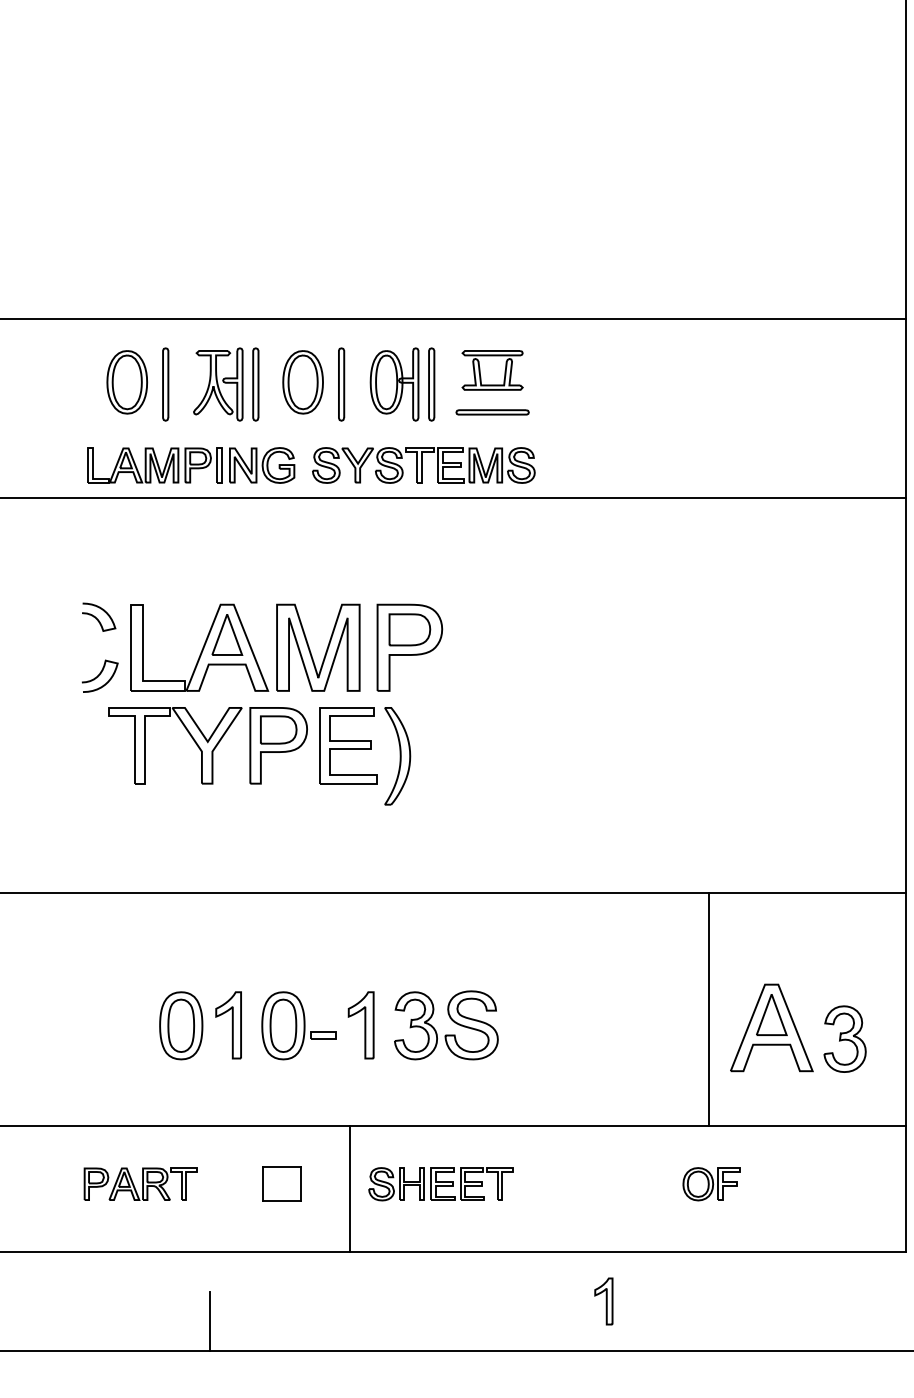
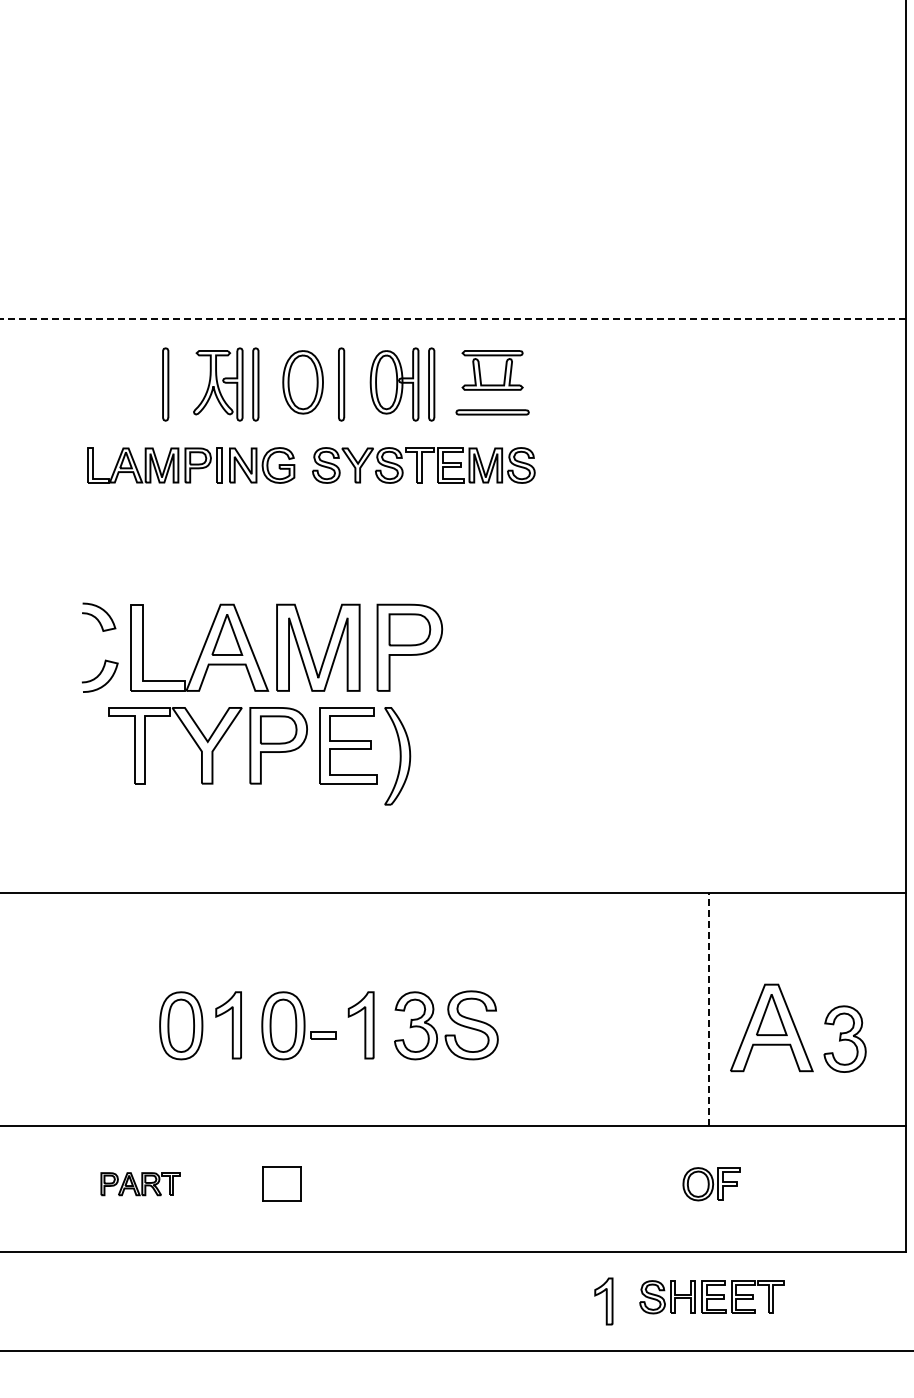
line at (453, 318): solid -> dashed
part at (126, 382): present -> none
line at (453, 498): present -> none
line at (708, 1009): solid -> dashed
part at (140, 1183) size: 115x34 px -> 81x25 px
part at (440, 1184) position: (440, 1184) -> (711, 1297)
line at (349, 1188): present -> none
line at (210, 1321): present -> none
